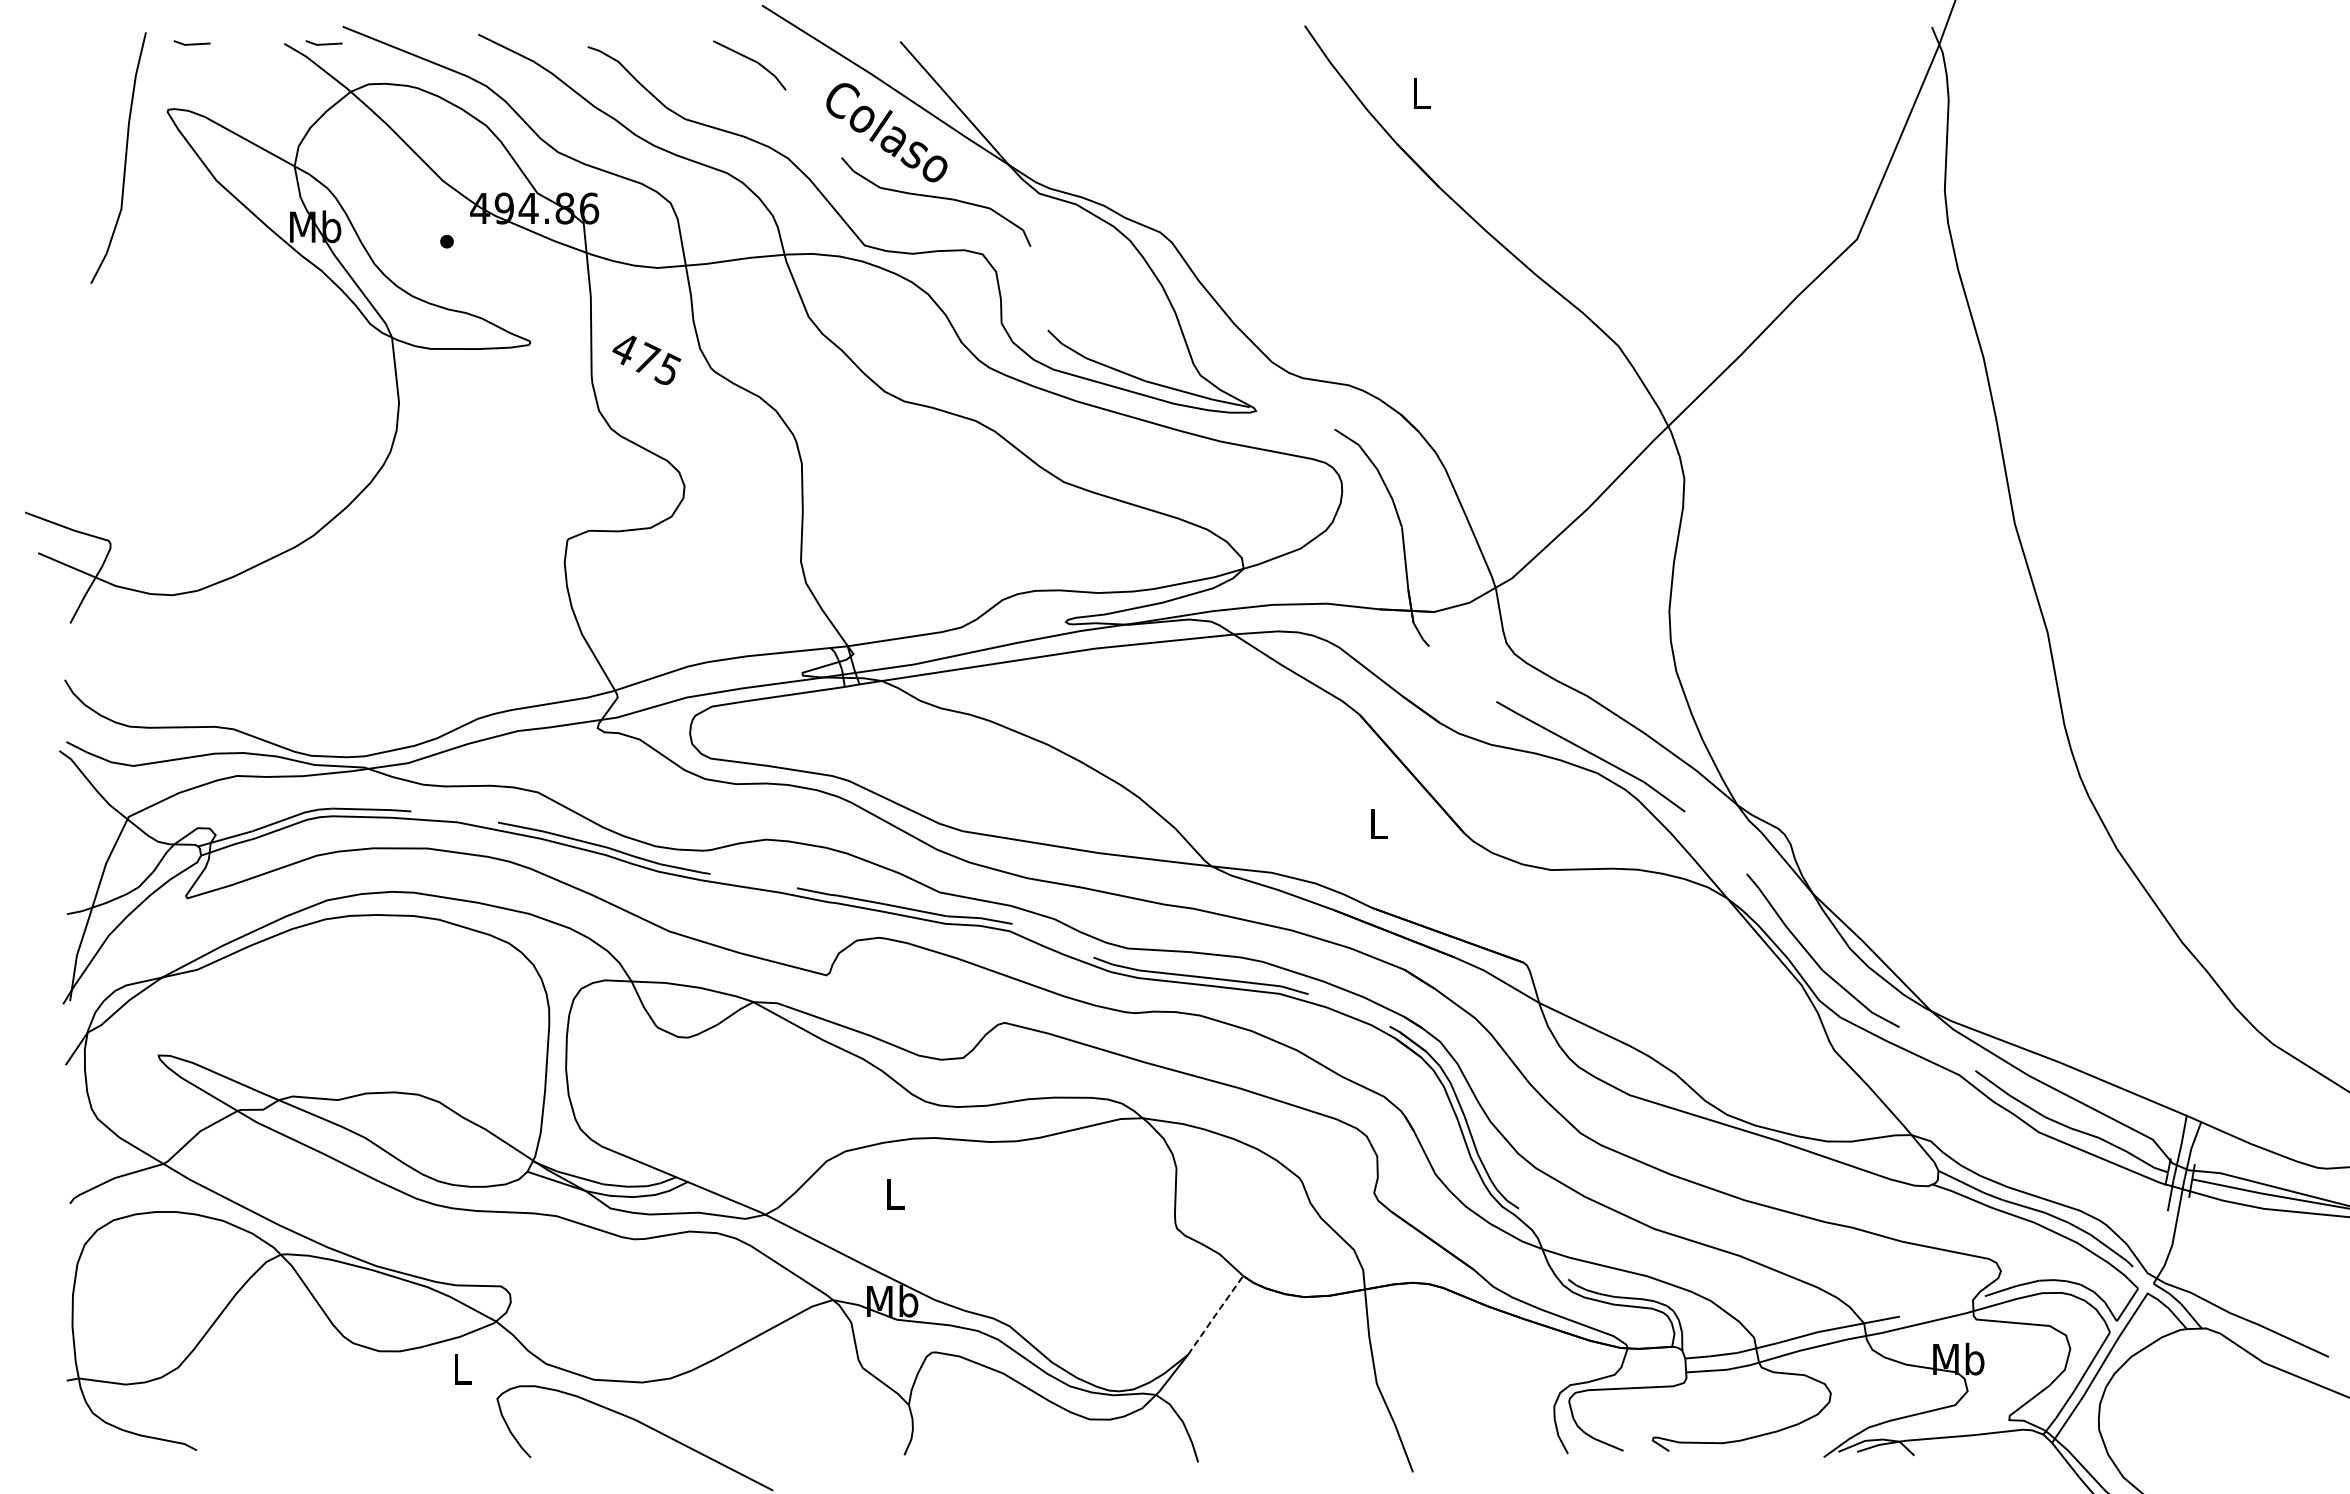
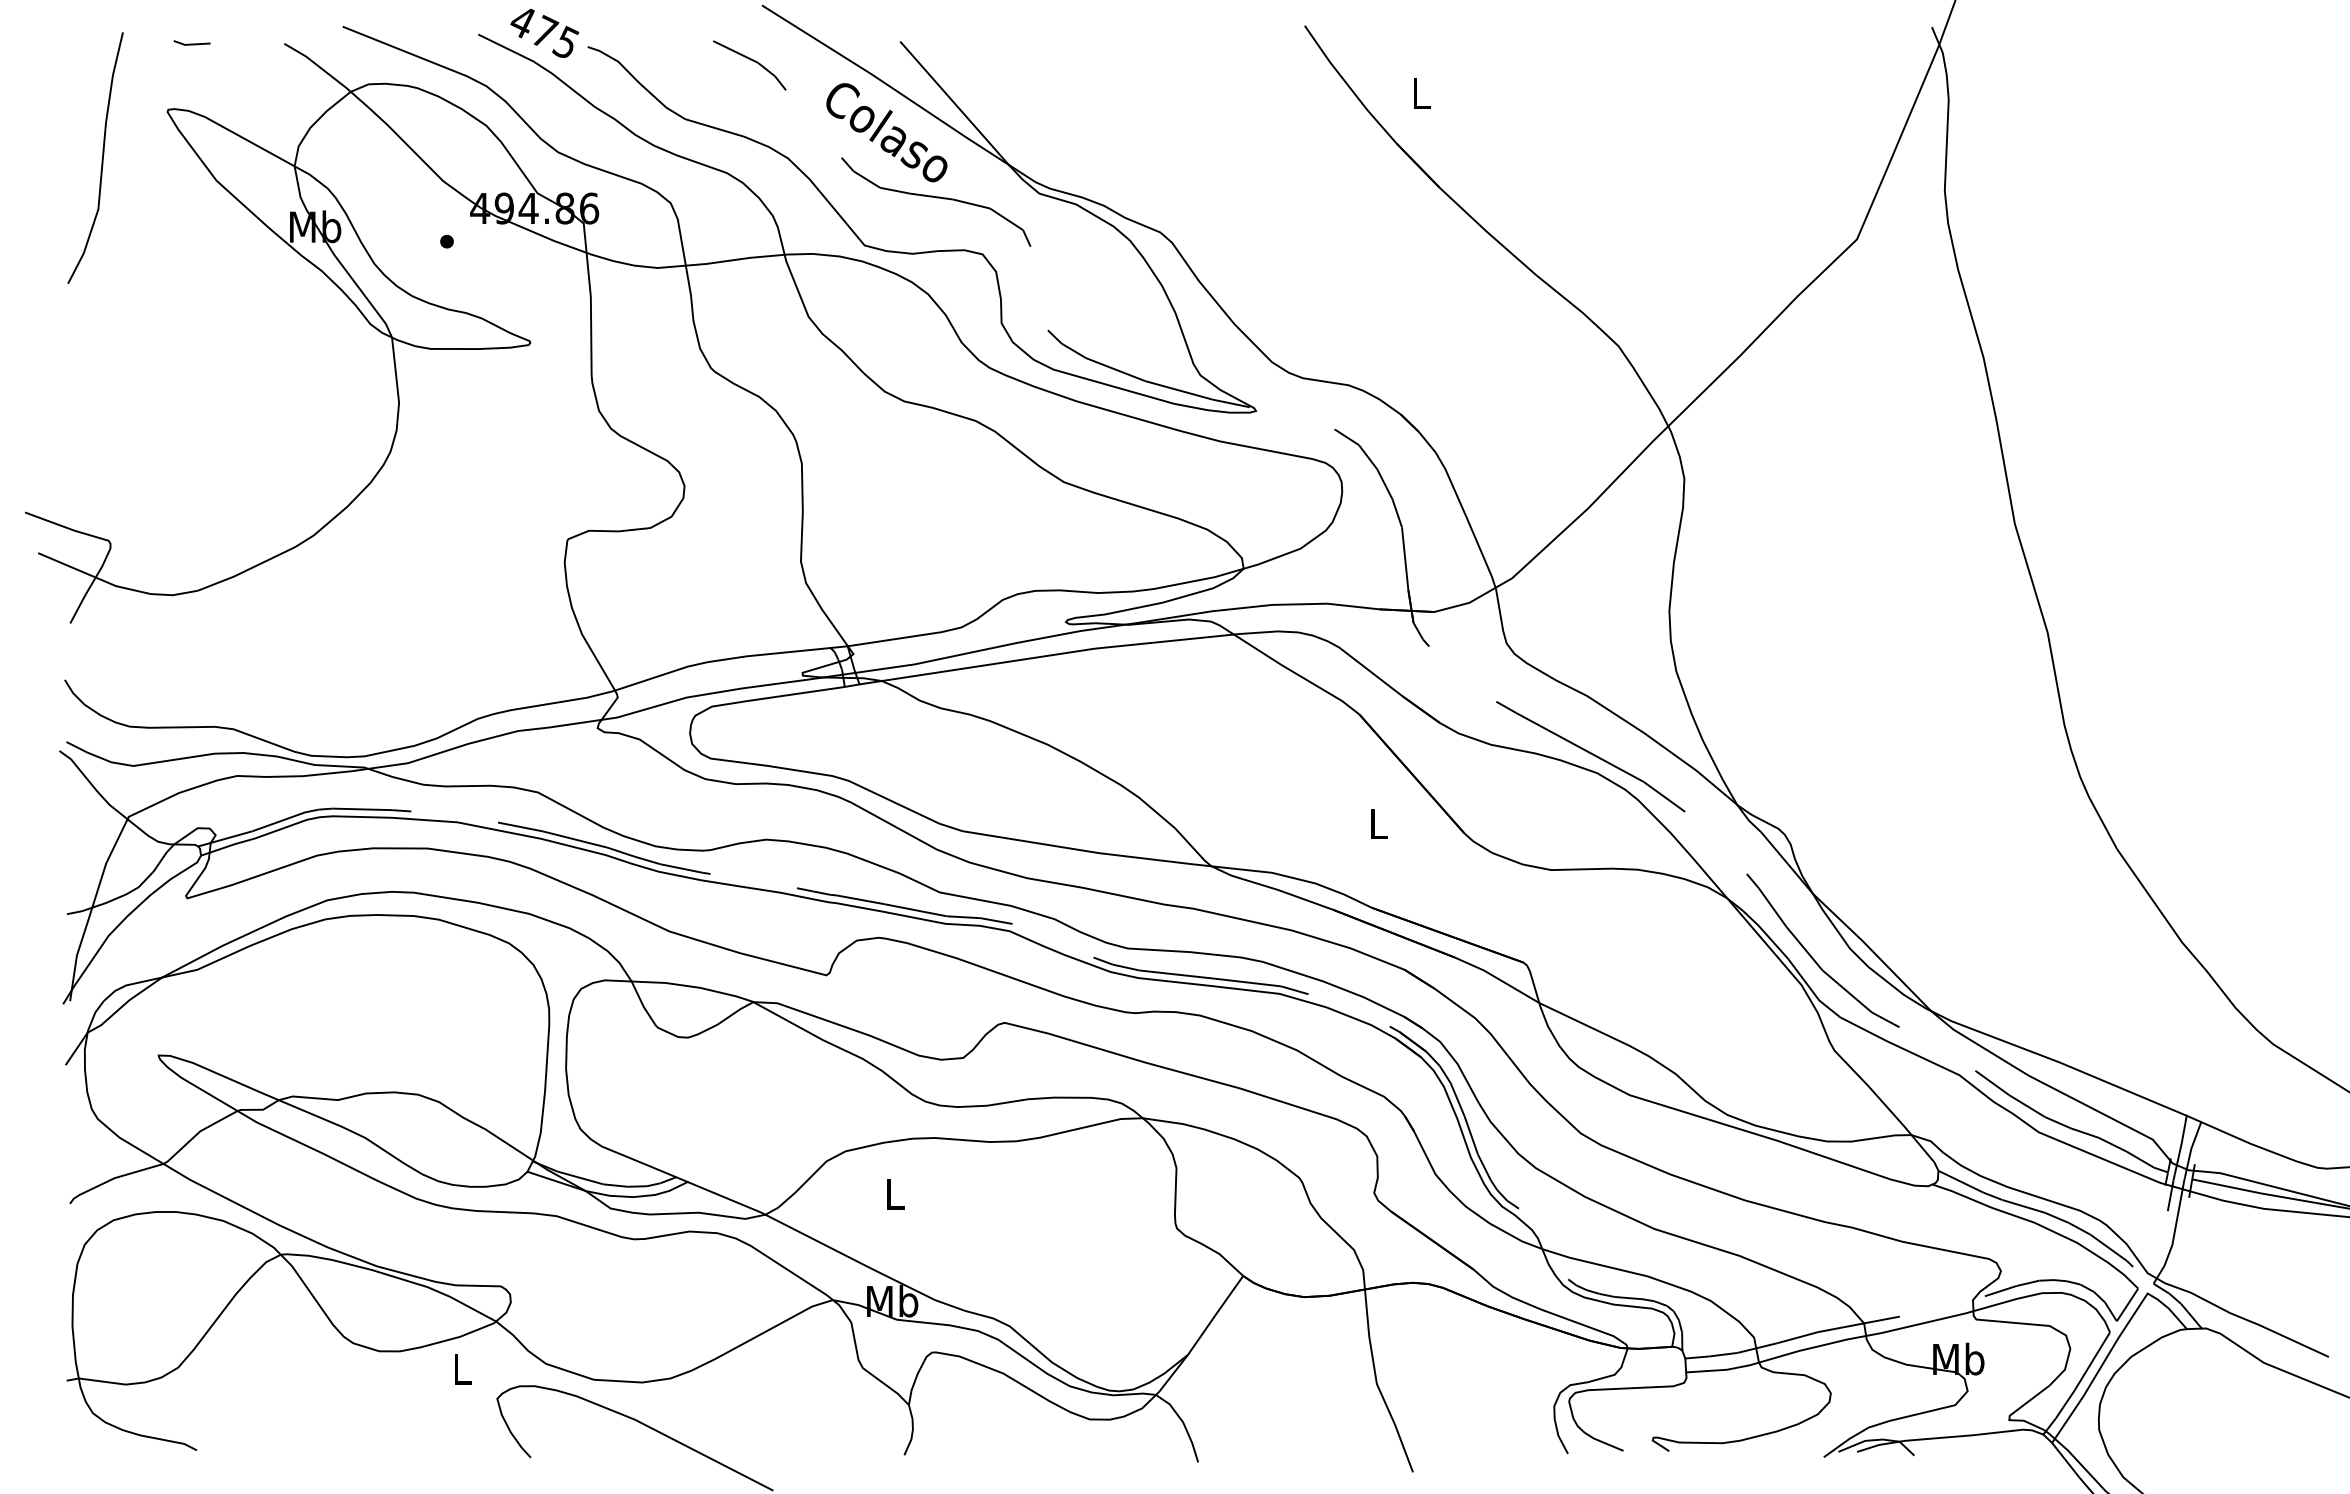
line at (323, 43): present -> none
curve at (124, 159) position: (124, 159) -> (101, 159)
text at (646, 359) position: (646, 359) -> (544, 32)
line at (1215, 1315): dashed -> solid
